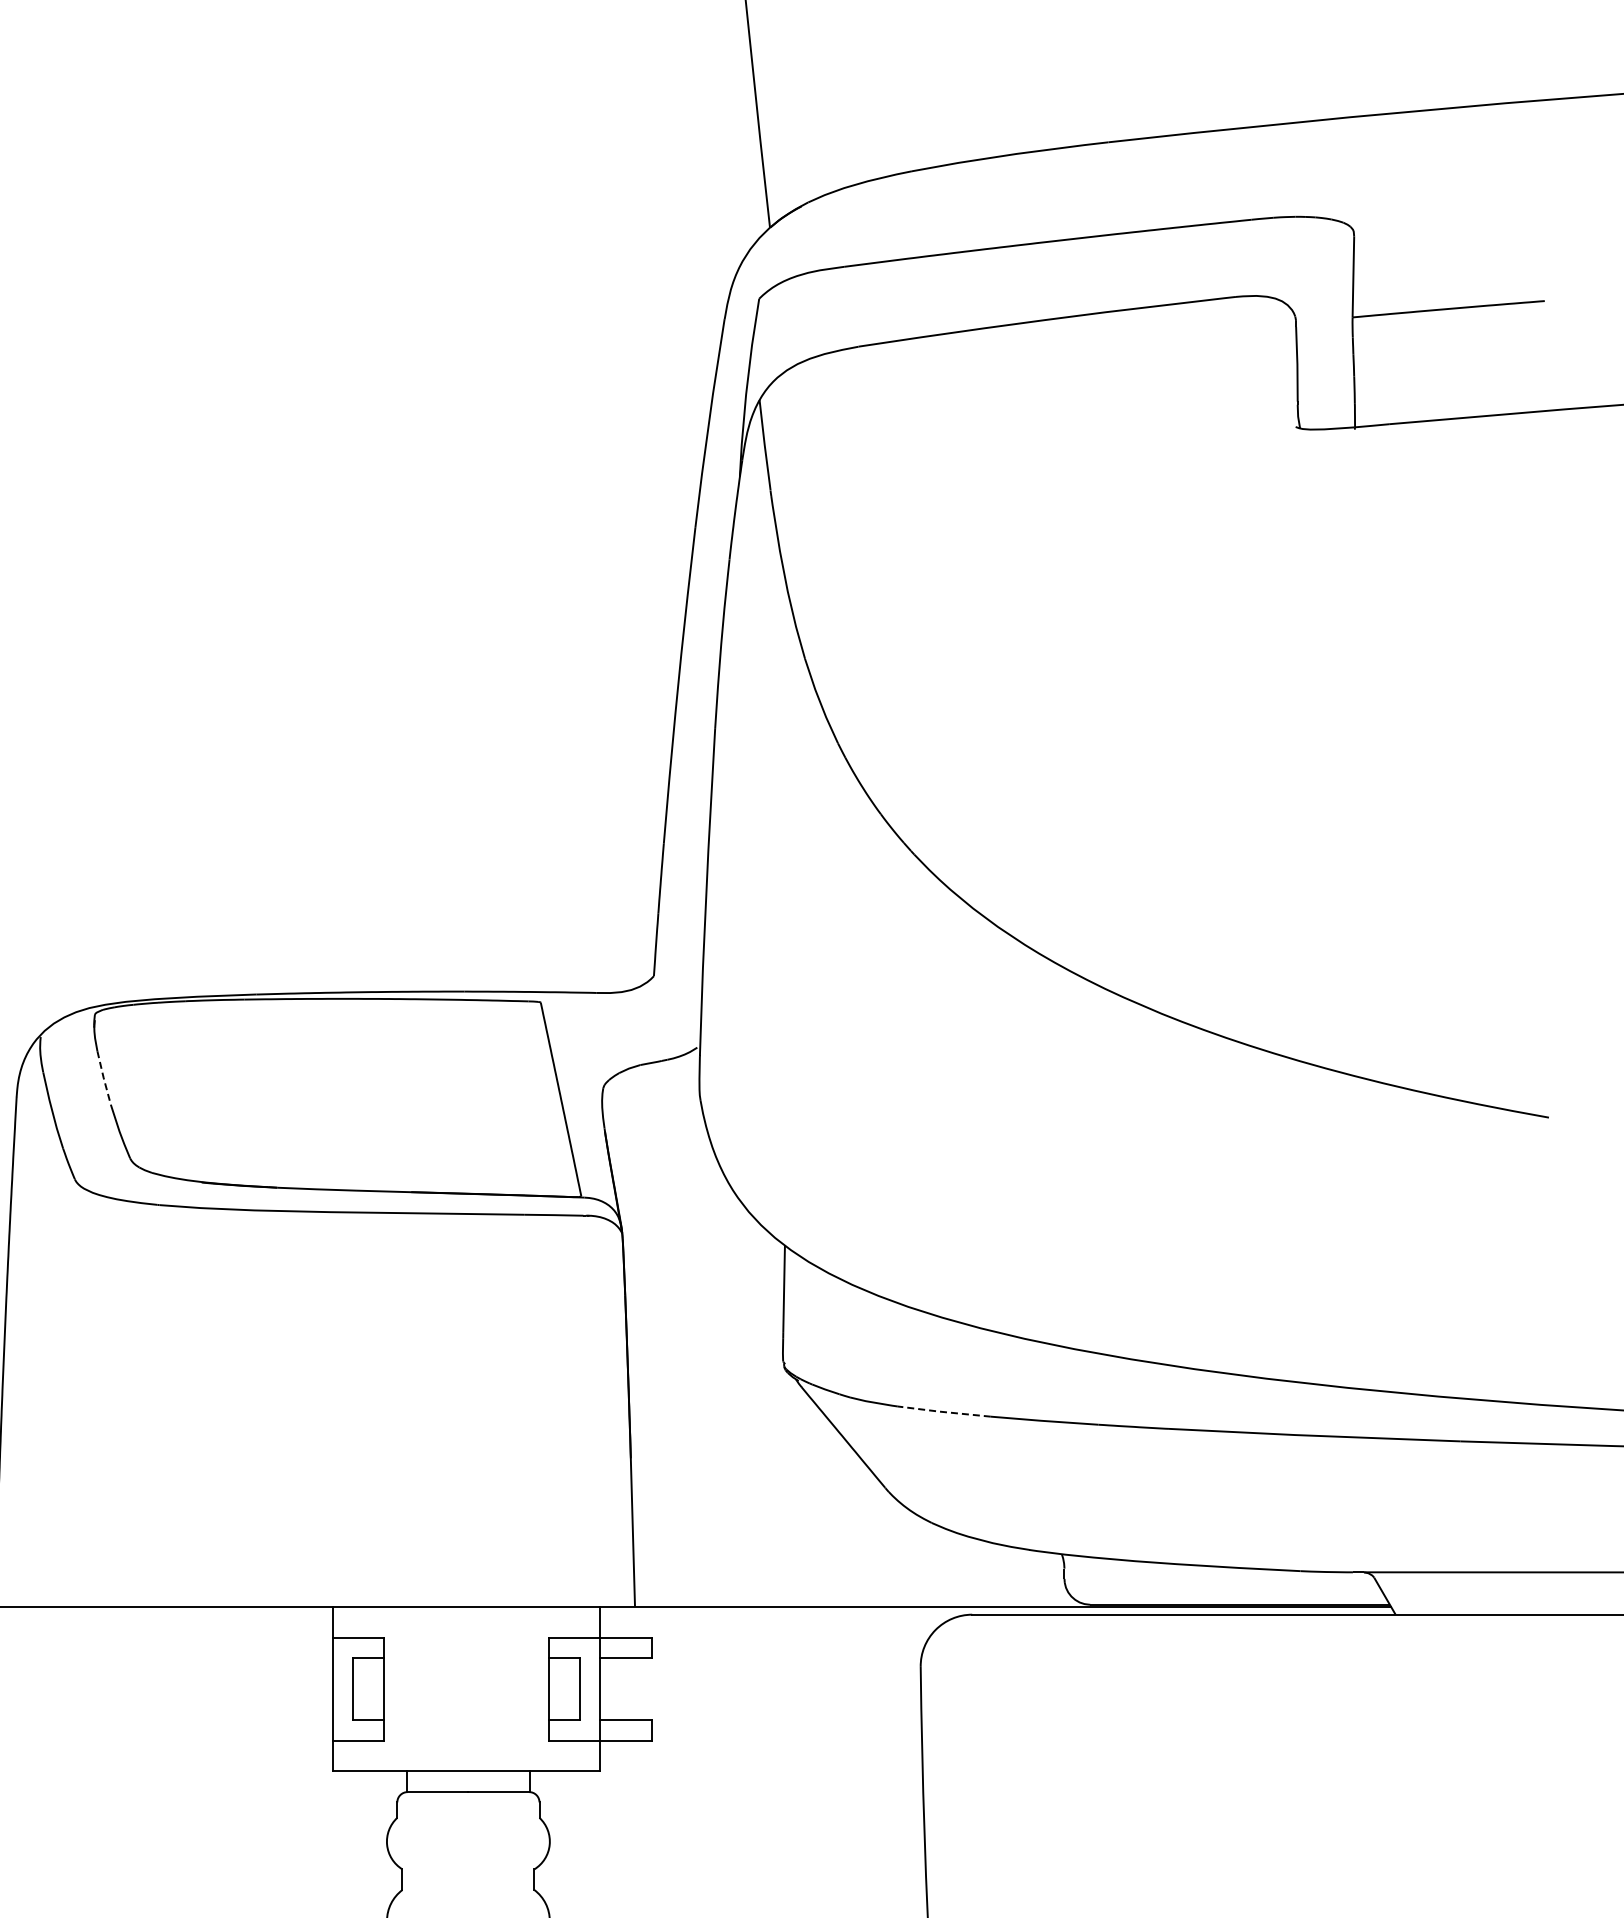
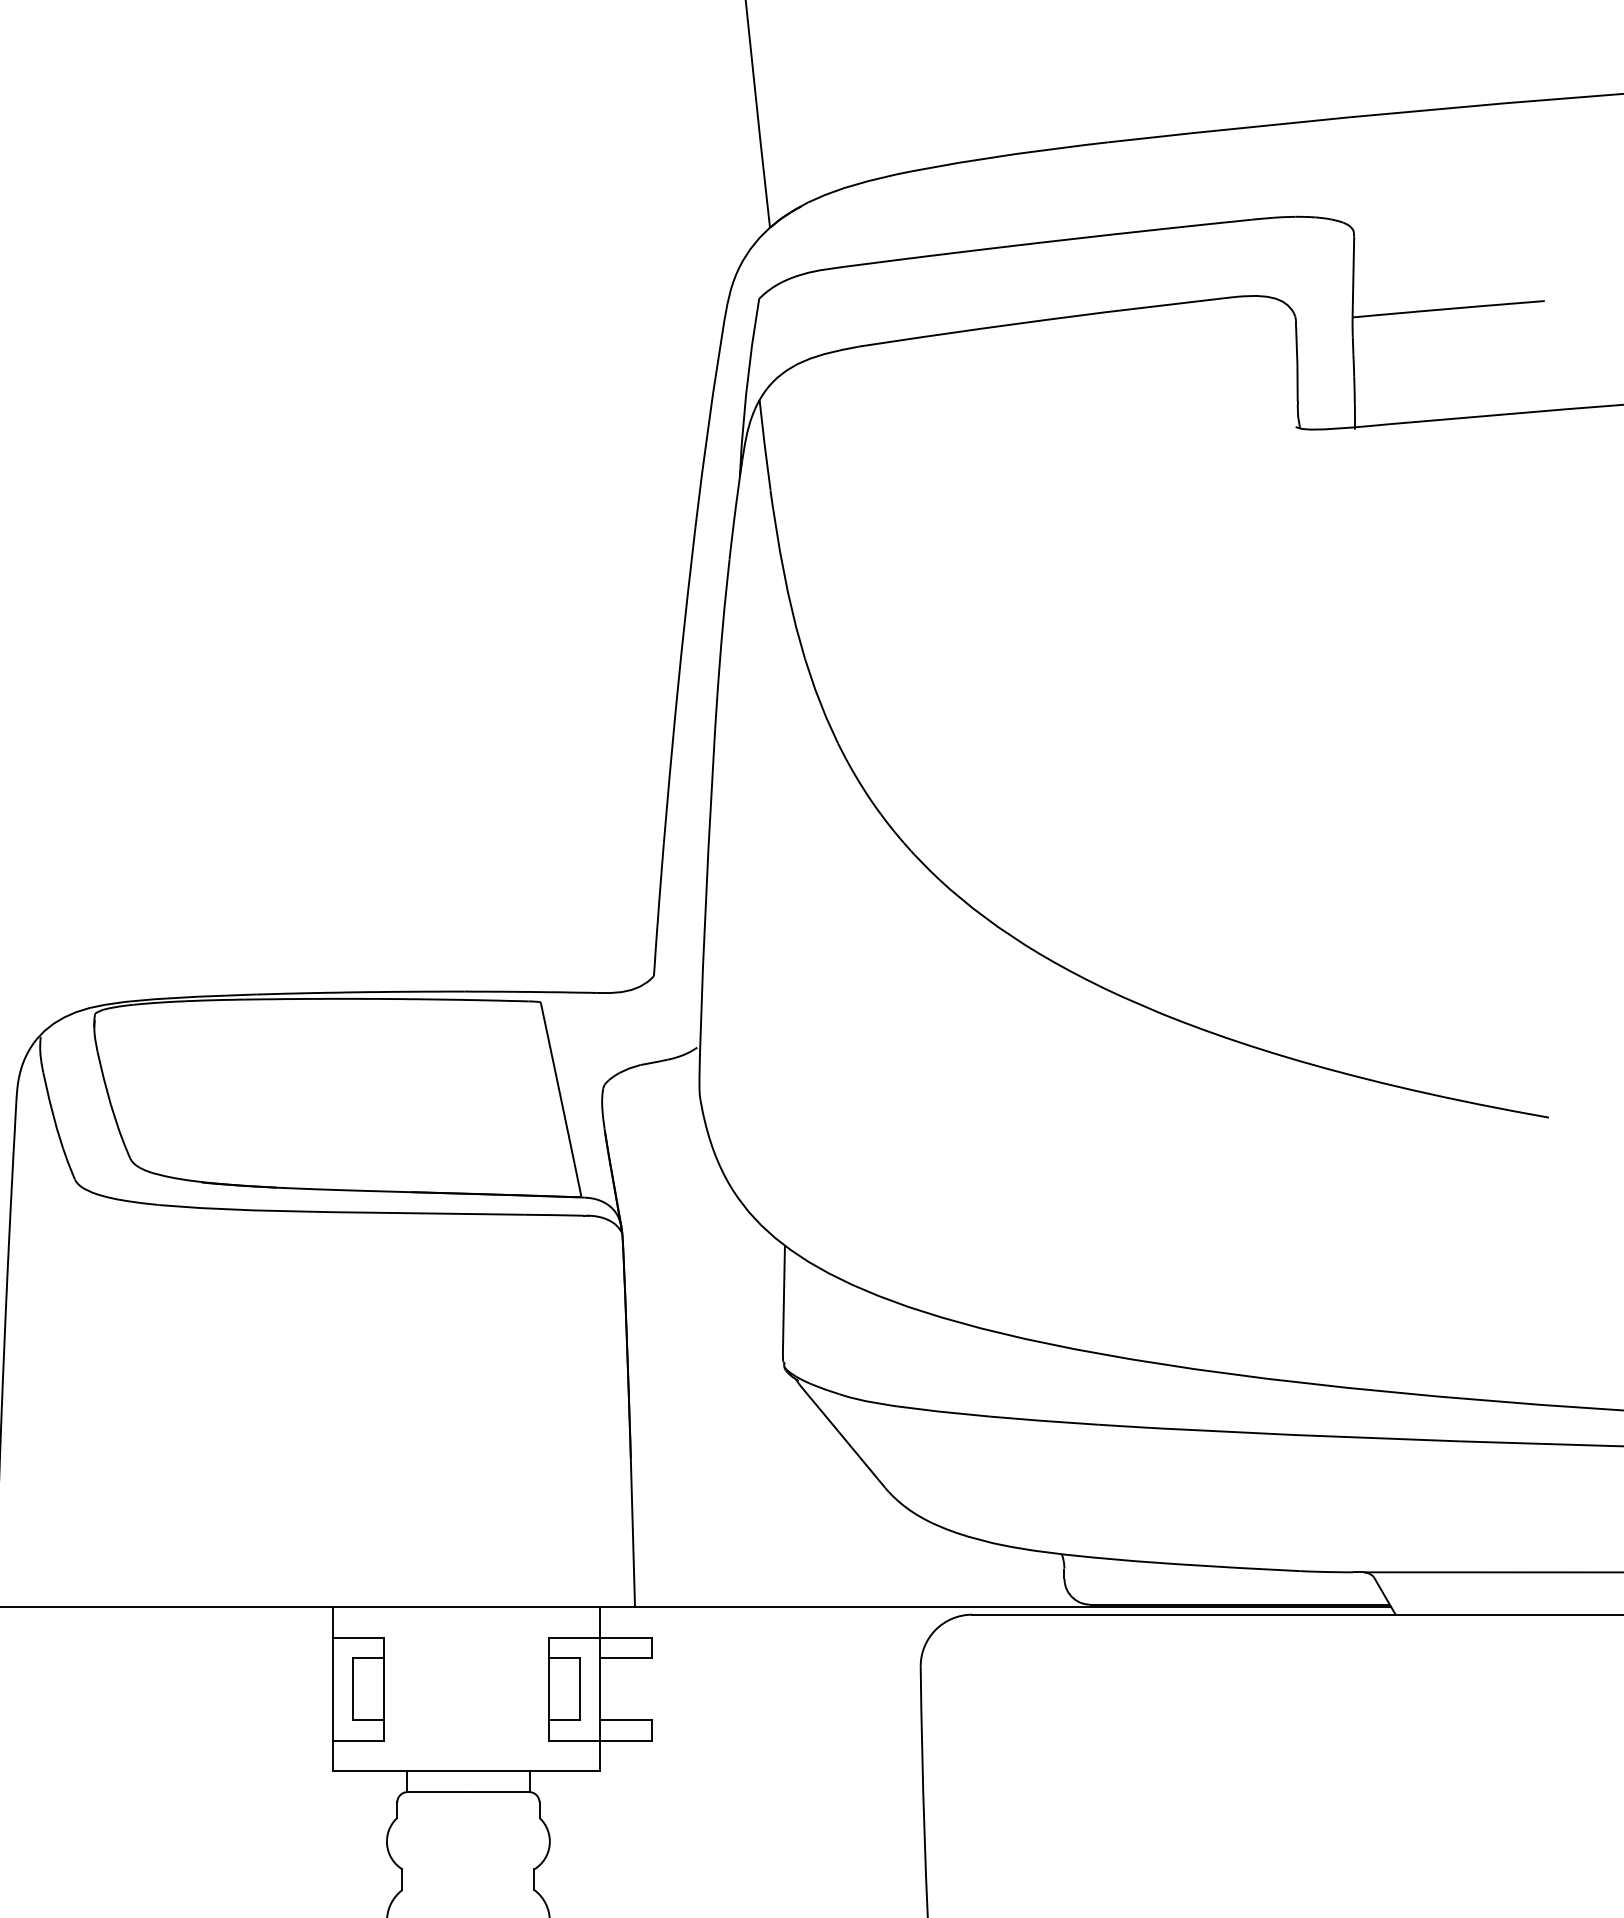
line at (103, 1077): dashed -> solid
line at (943, 1412): dashed -> solid
